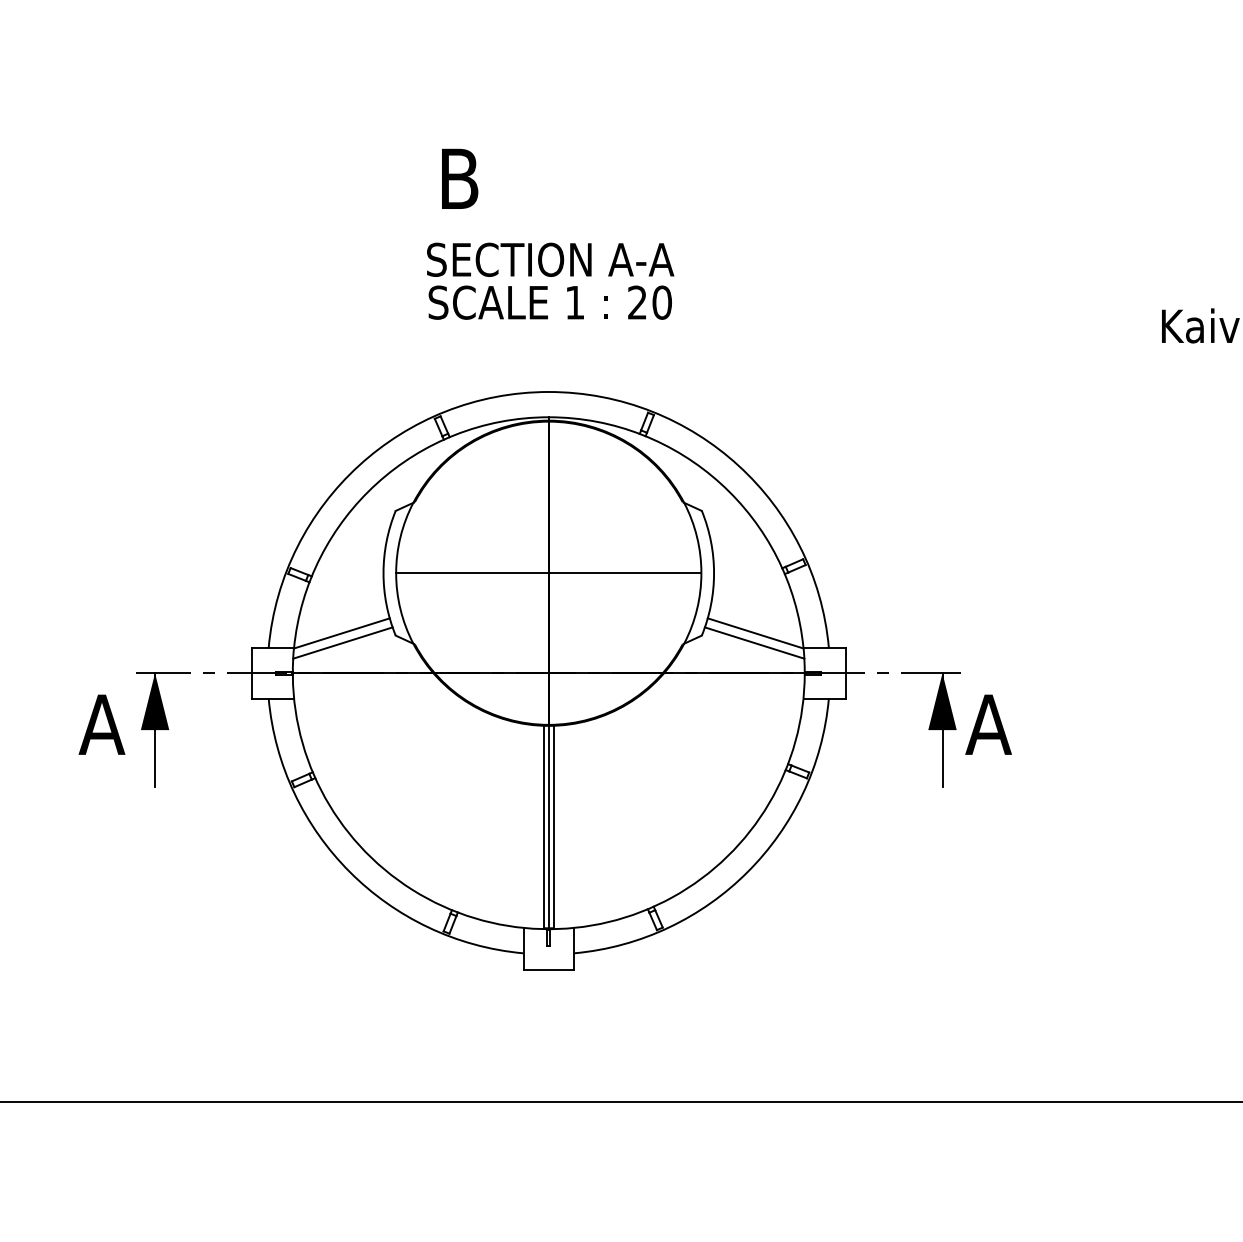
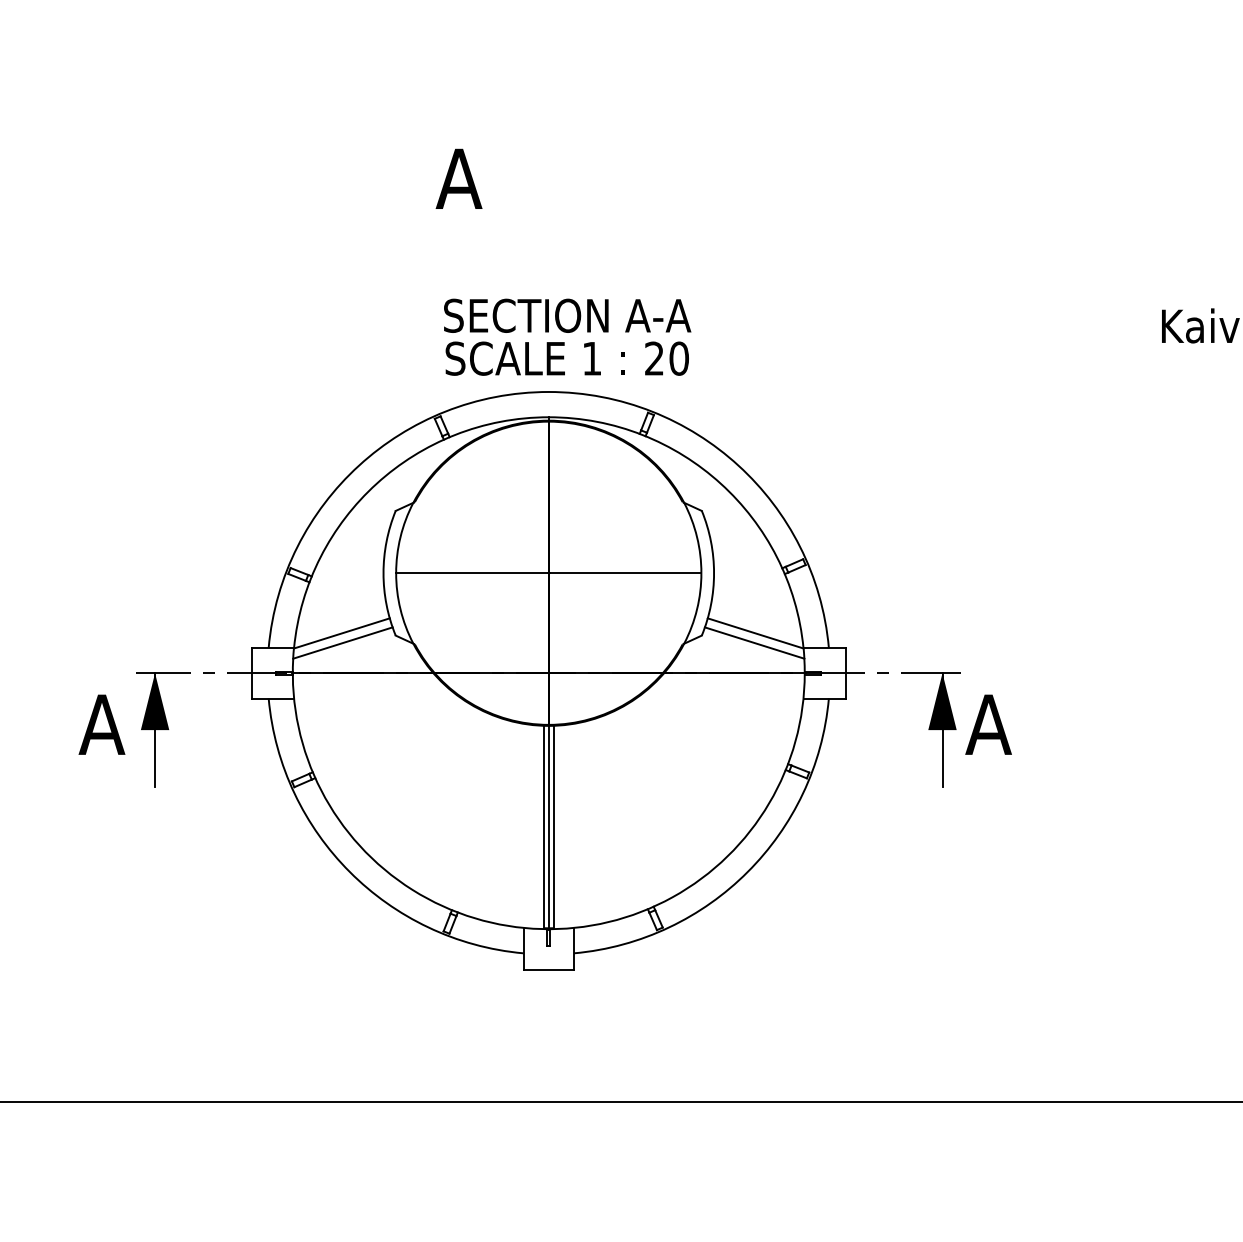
text at (458, 178): B -> A
text at (550, 280) position: (550, 280) -> (567, 336)
